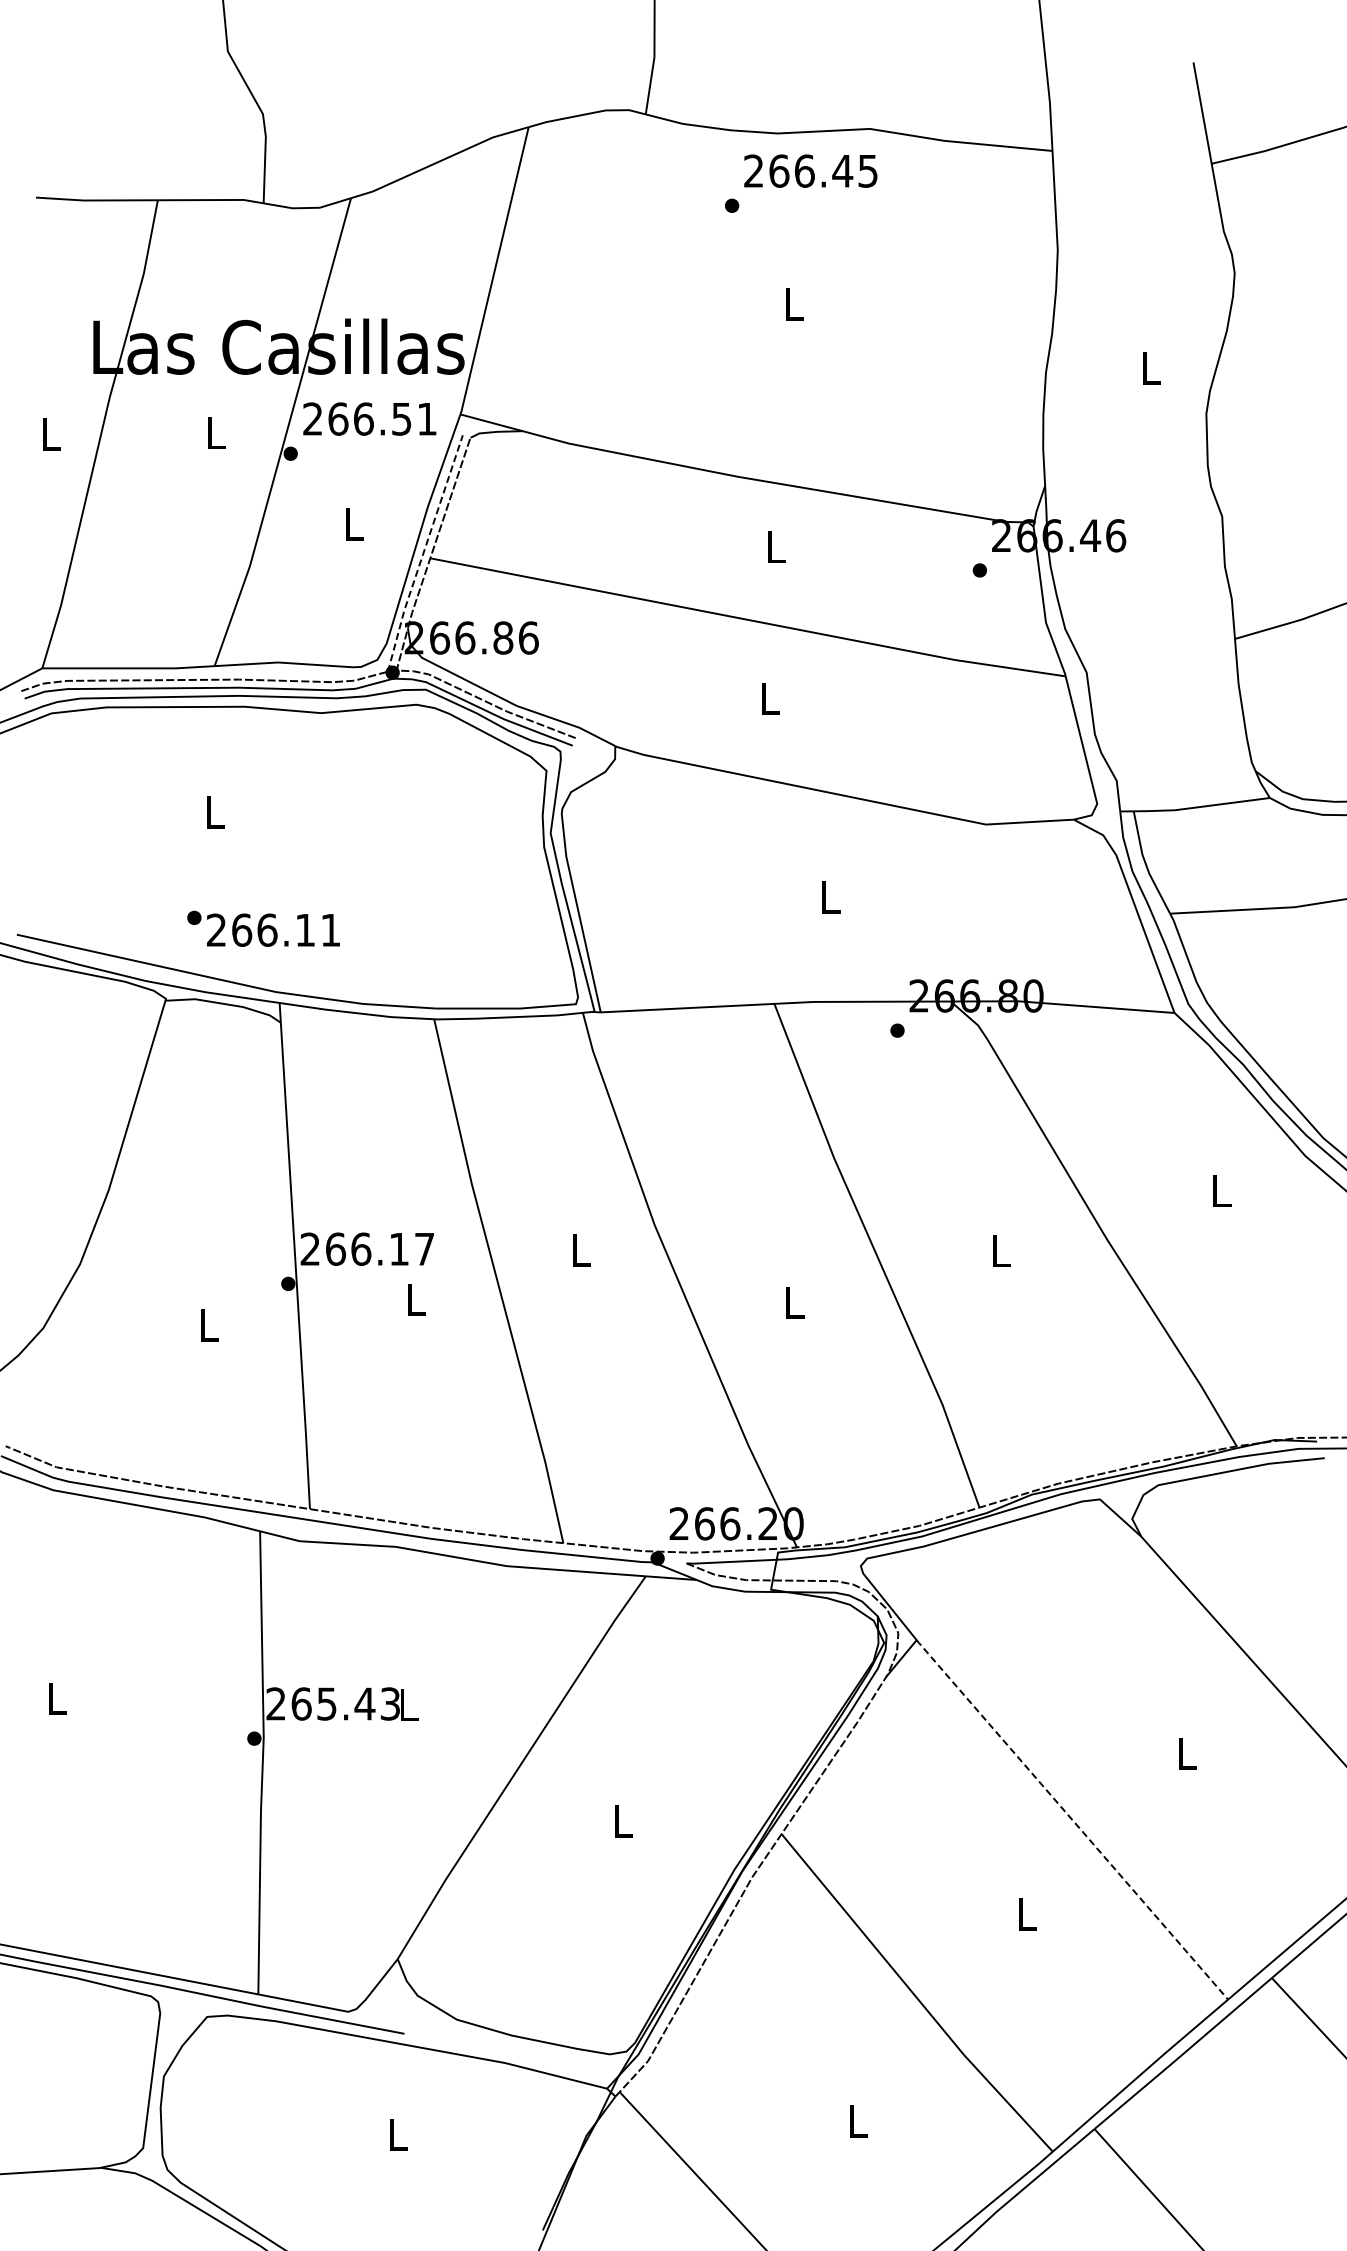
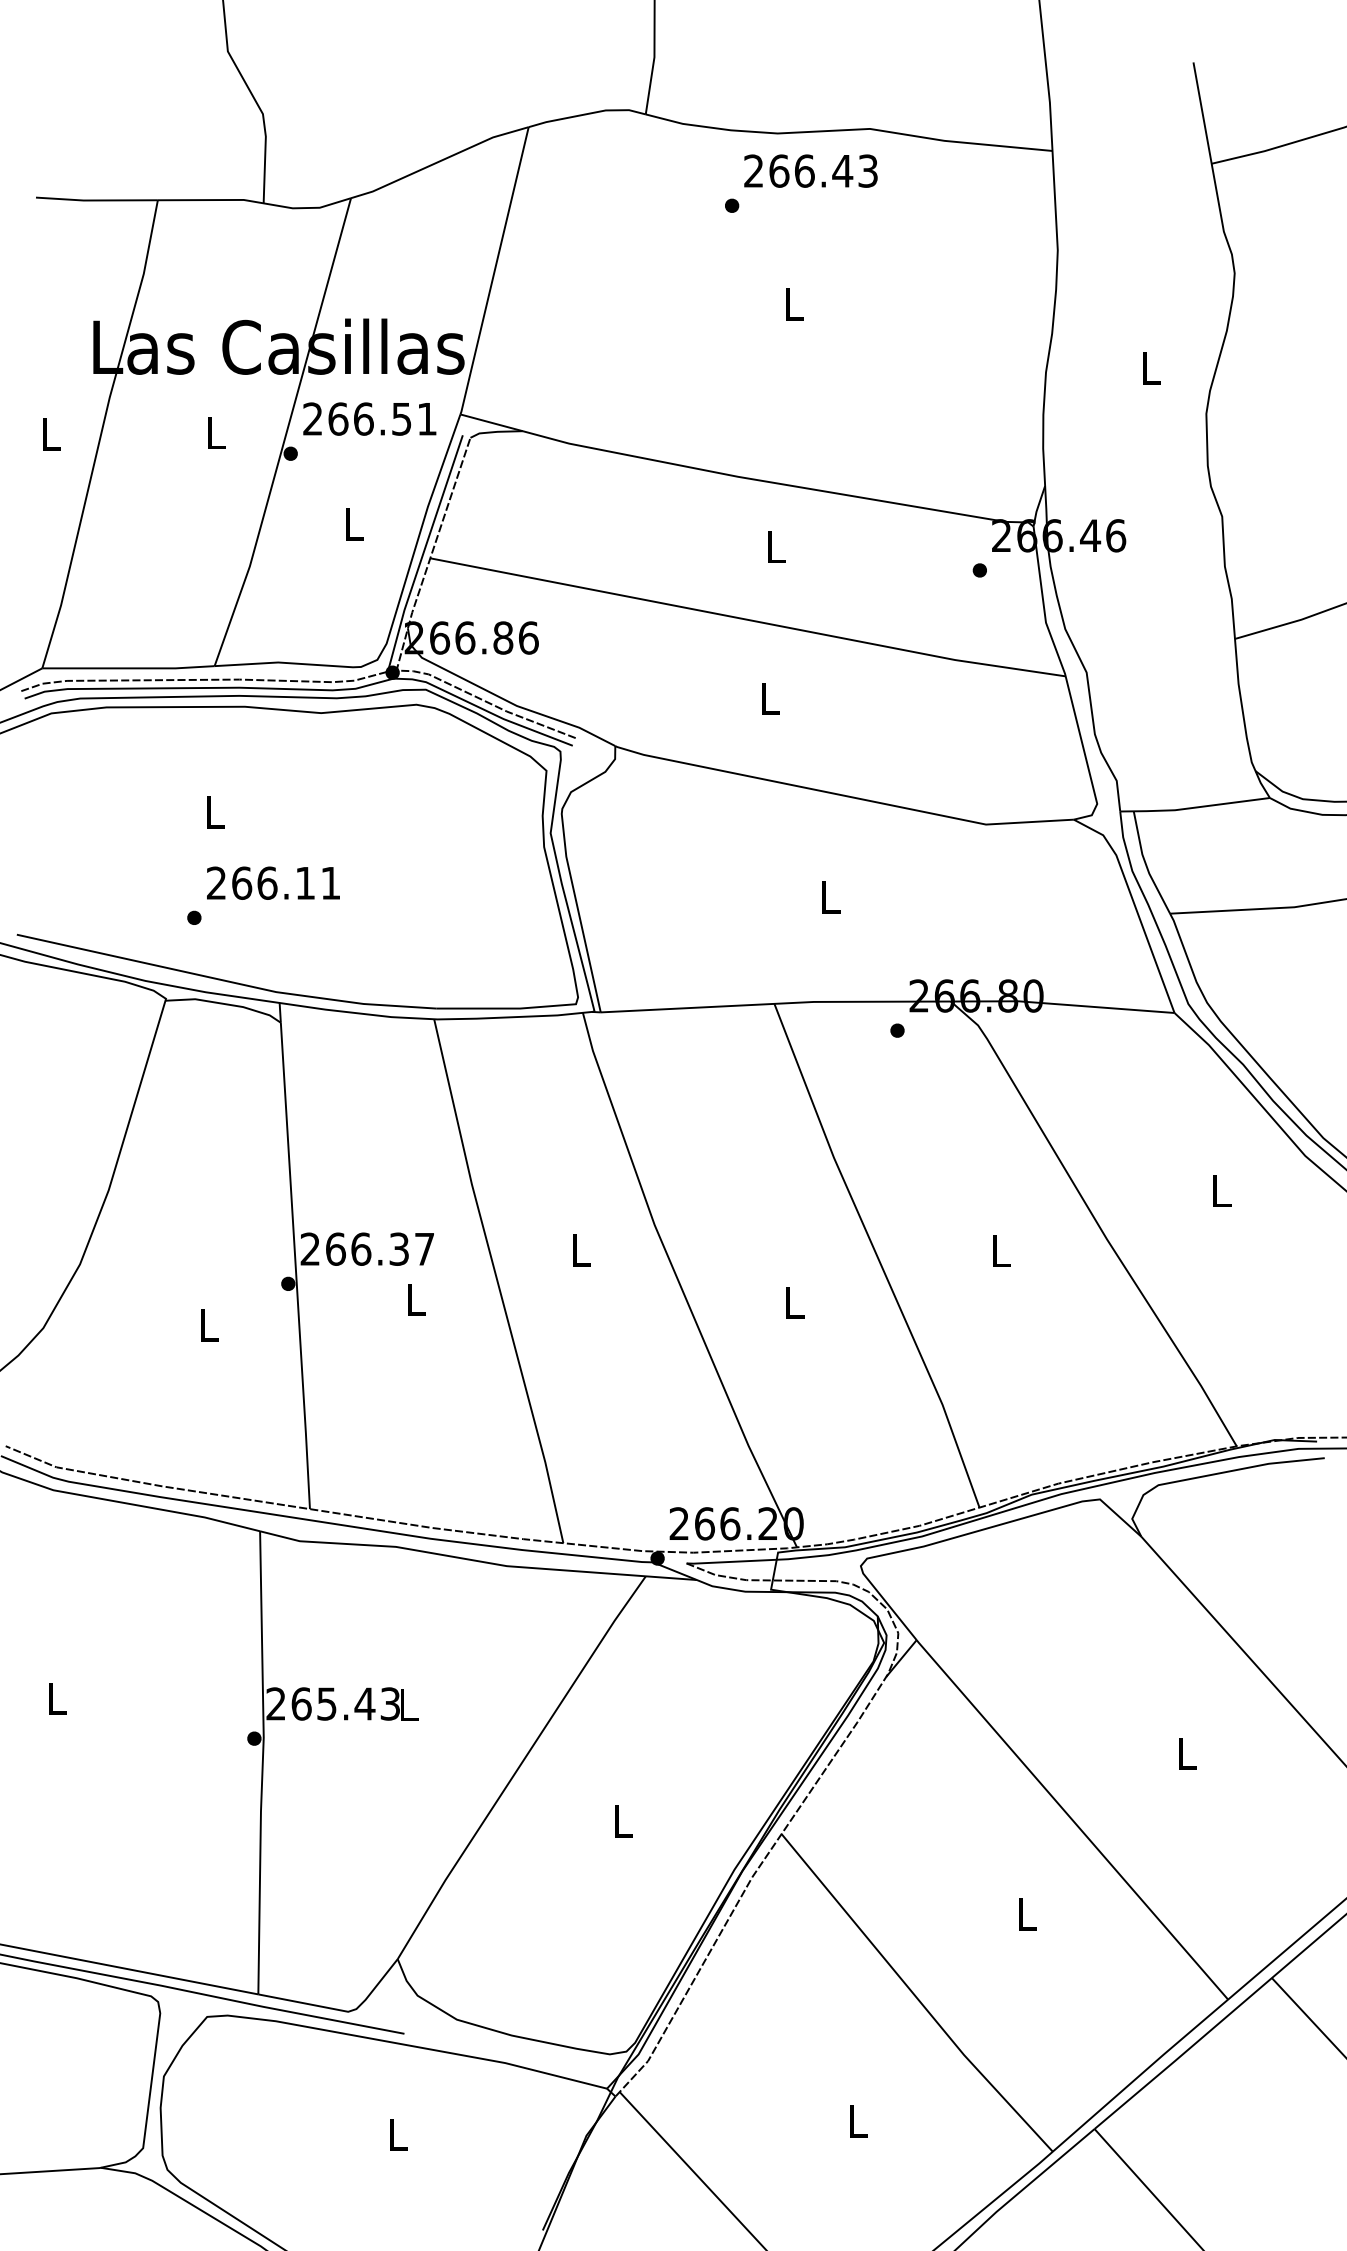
text at (868, 170): 266.45 -> 266.43
line at (423, 553): dashed -> solid
text at (273, 929) position: (273, 929) -> (273, 882)
text at (398, 1248): 266.17 -> 266.37
line at (1071, 1819): dashed -> solid
